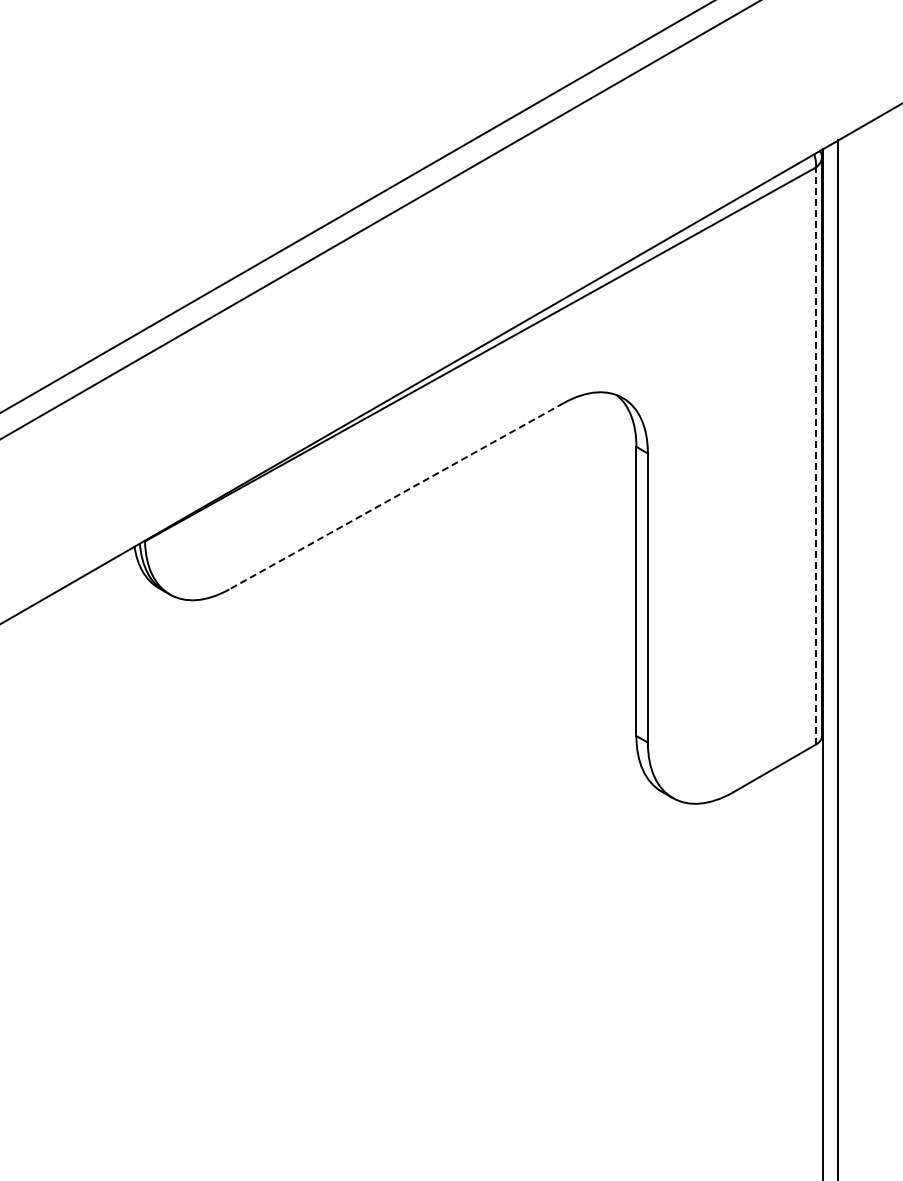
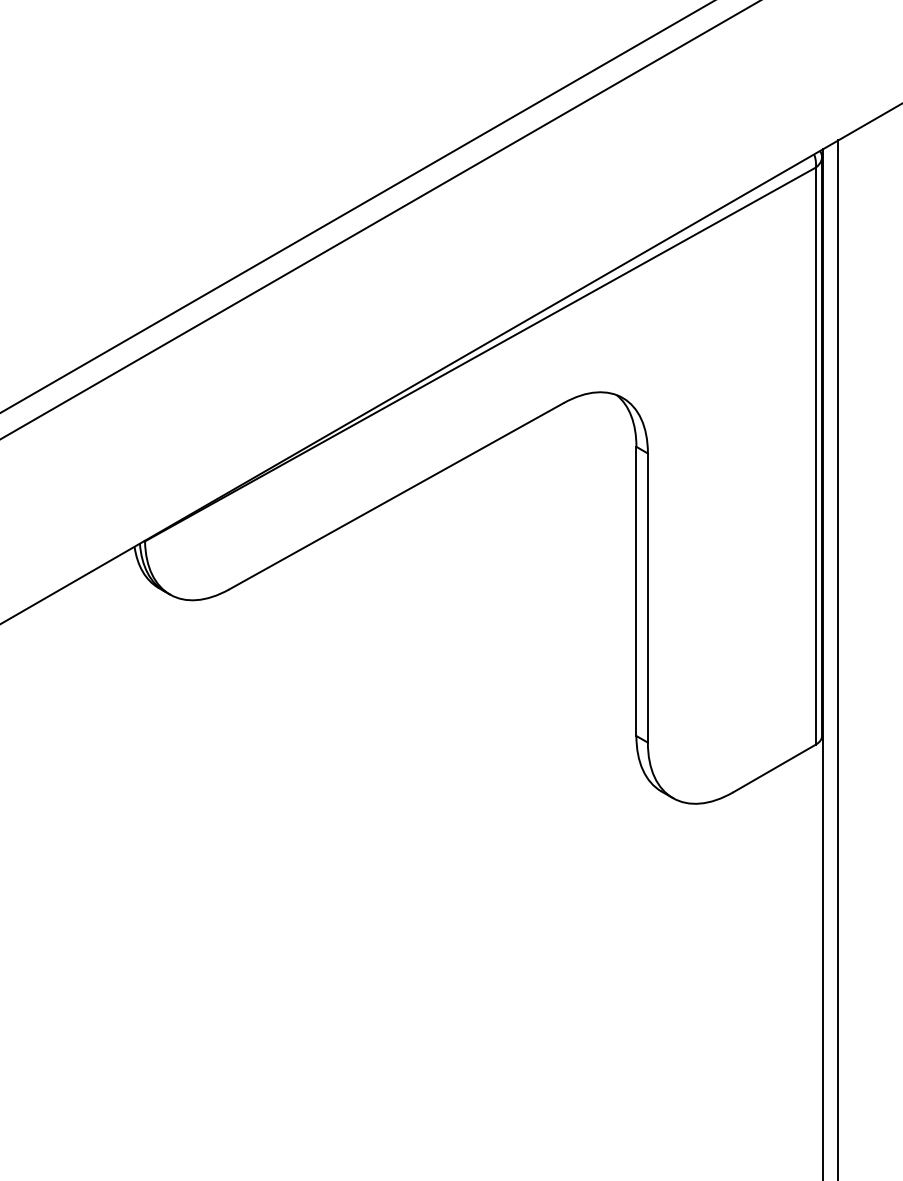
line at (815, 456): dashed -> solid
line at (396, 496): dashed -> solid
